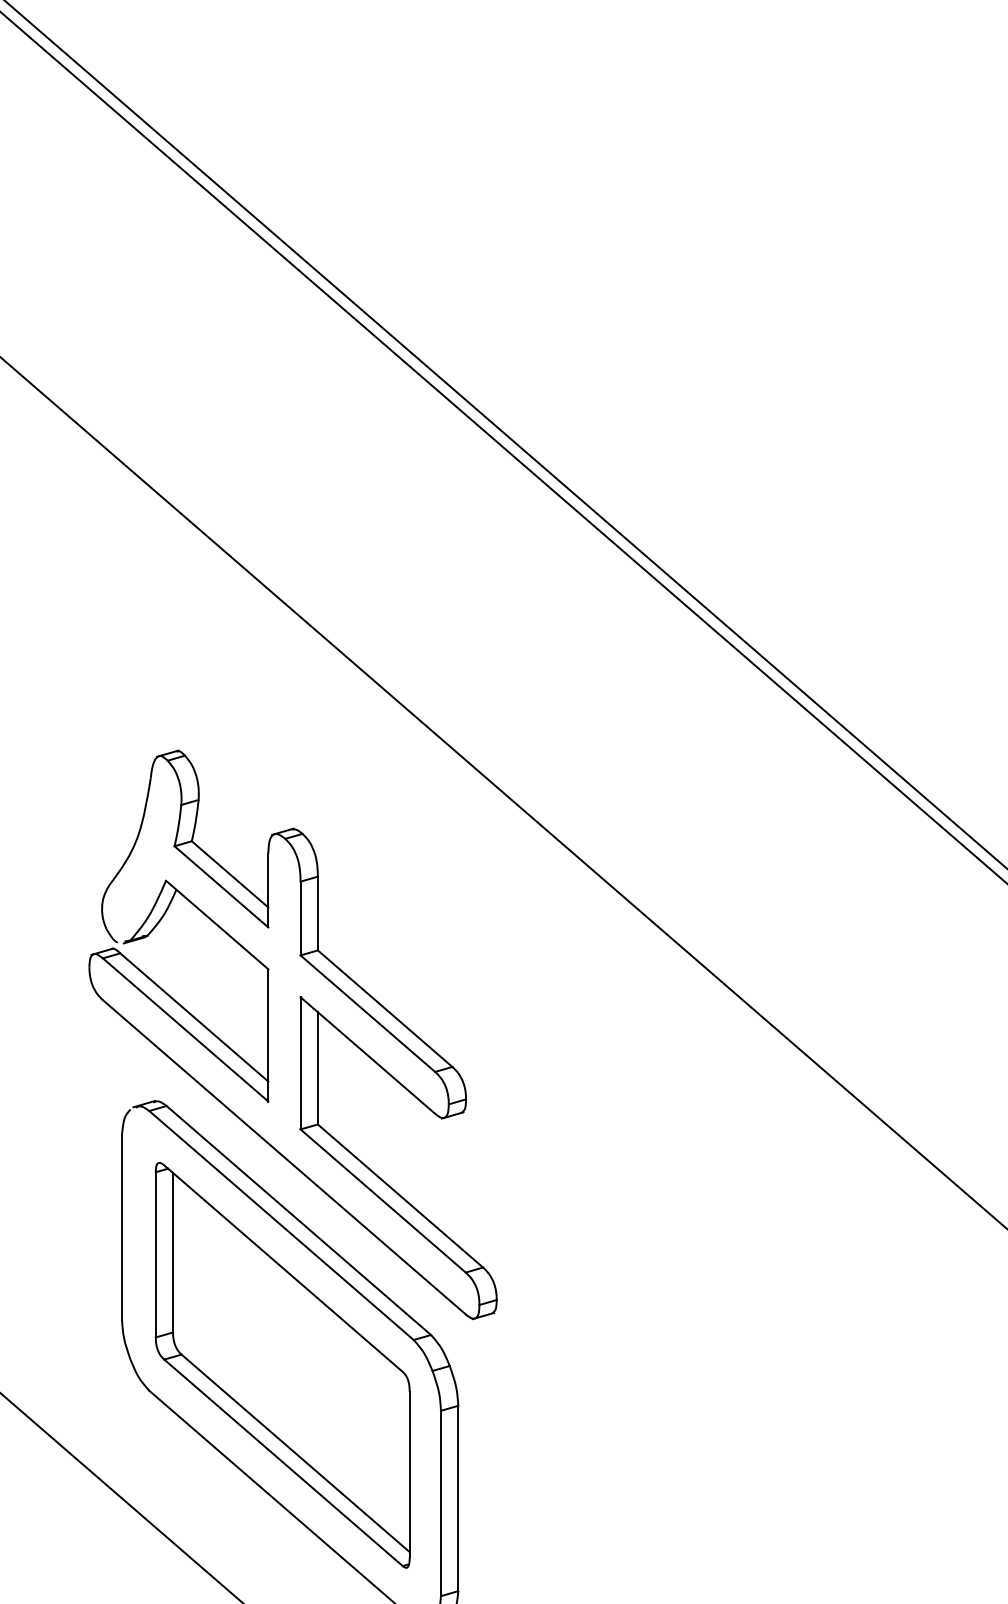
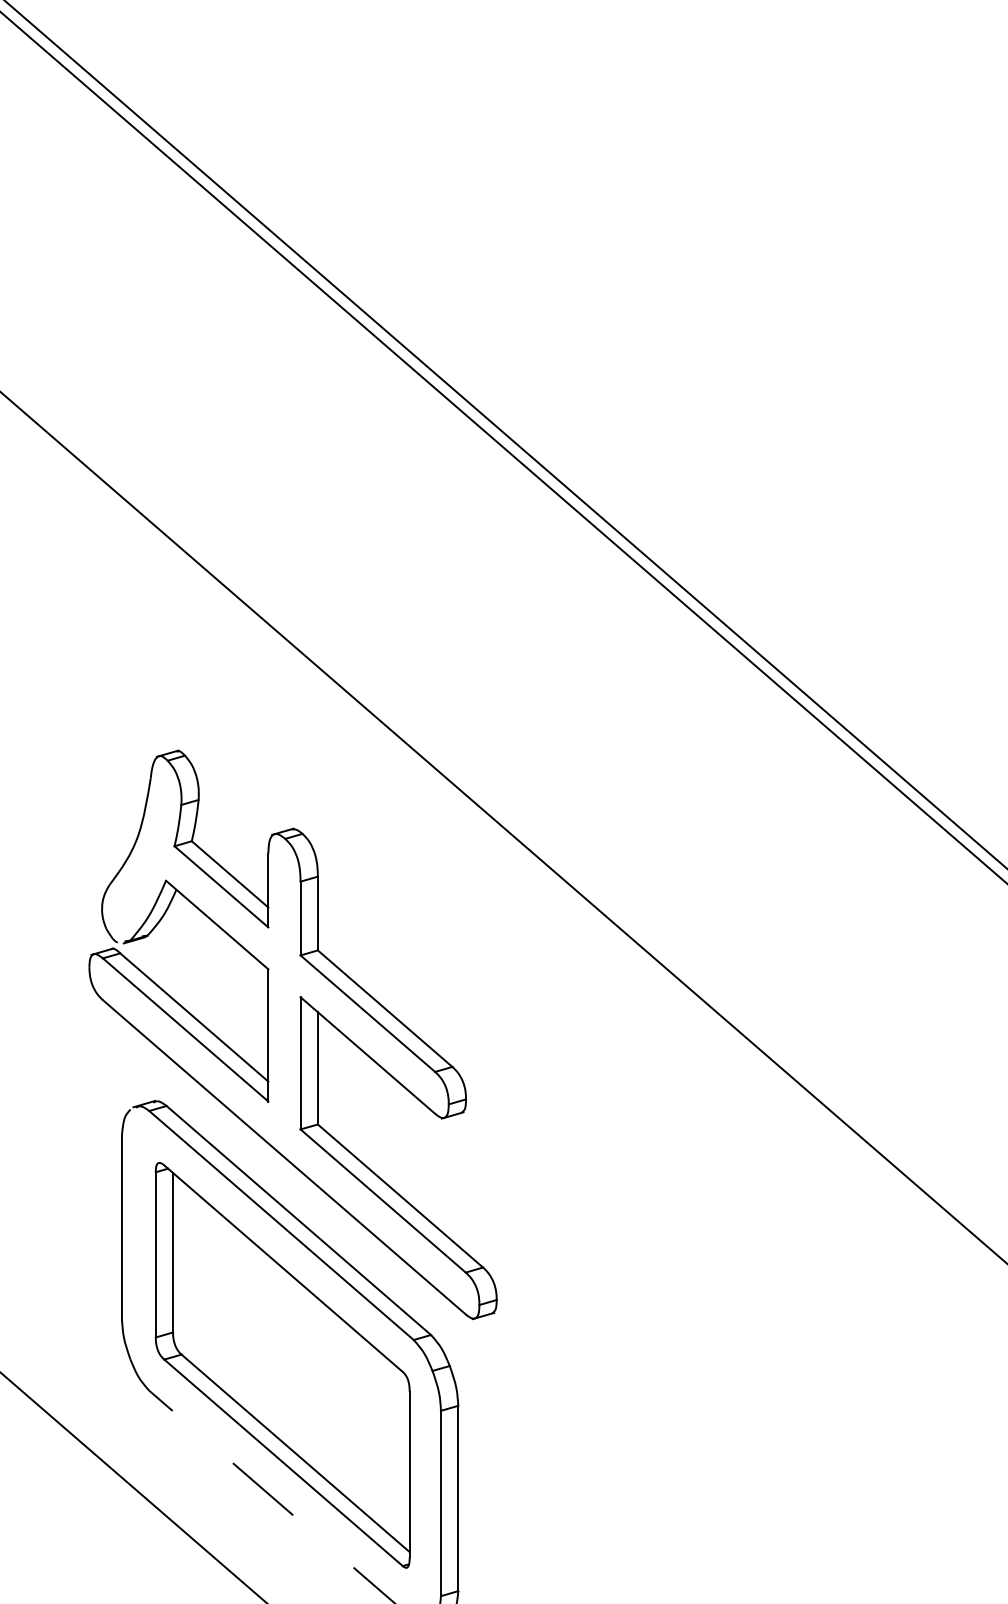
line at (503, 792) position: (503, 792) -> (503, 827)
line at (271, 1496): solid -> dashed
line at (121, 1497) position: (121, 1497) -> (132, 1487)
